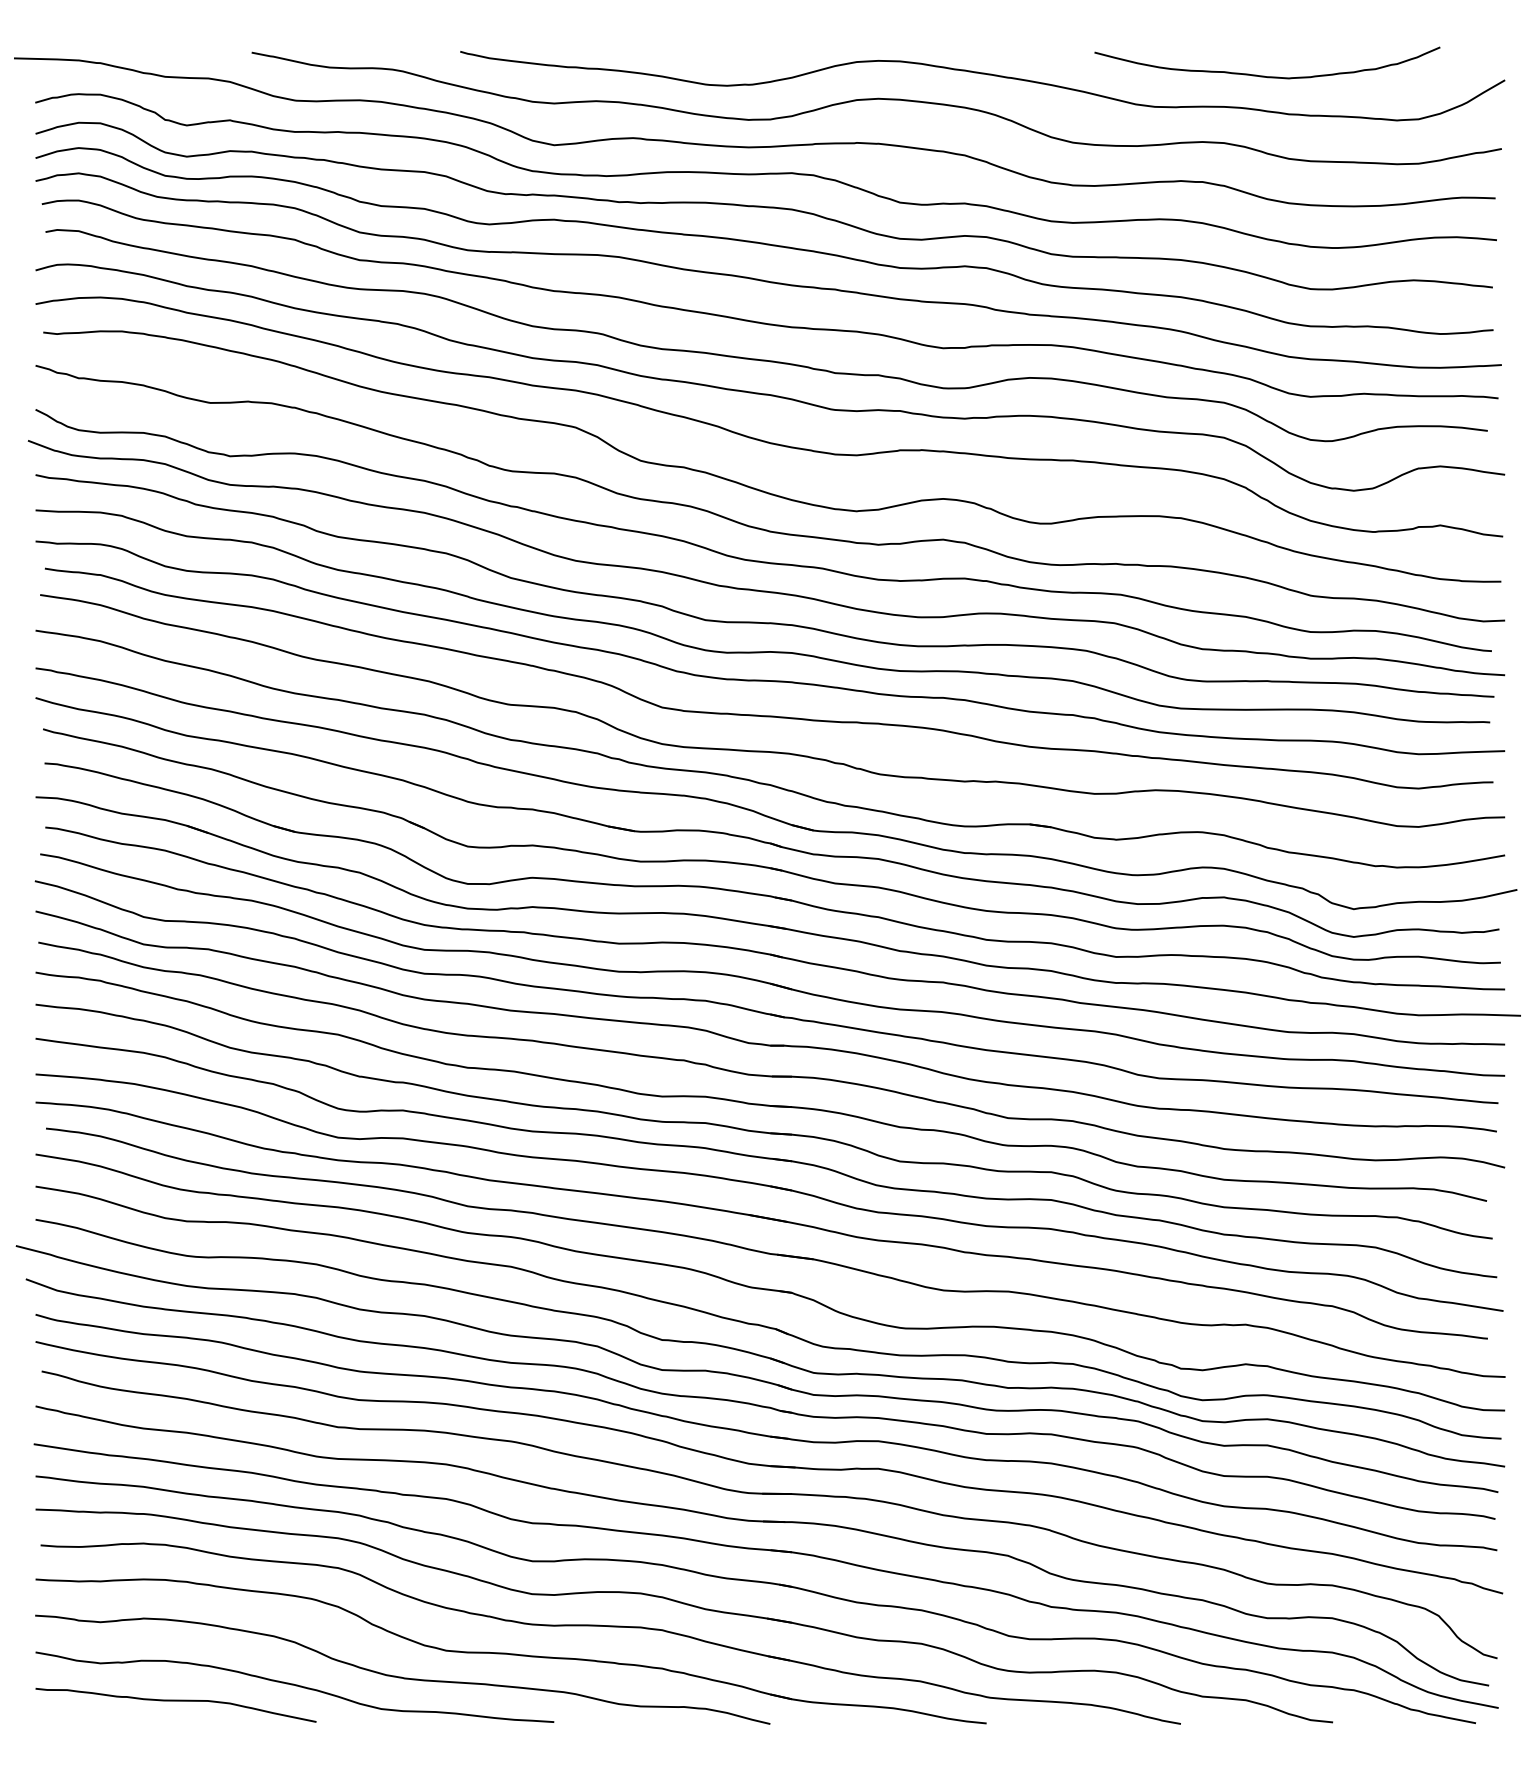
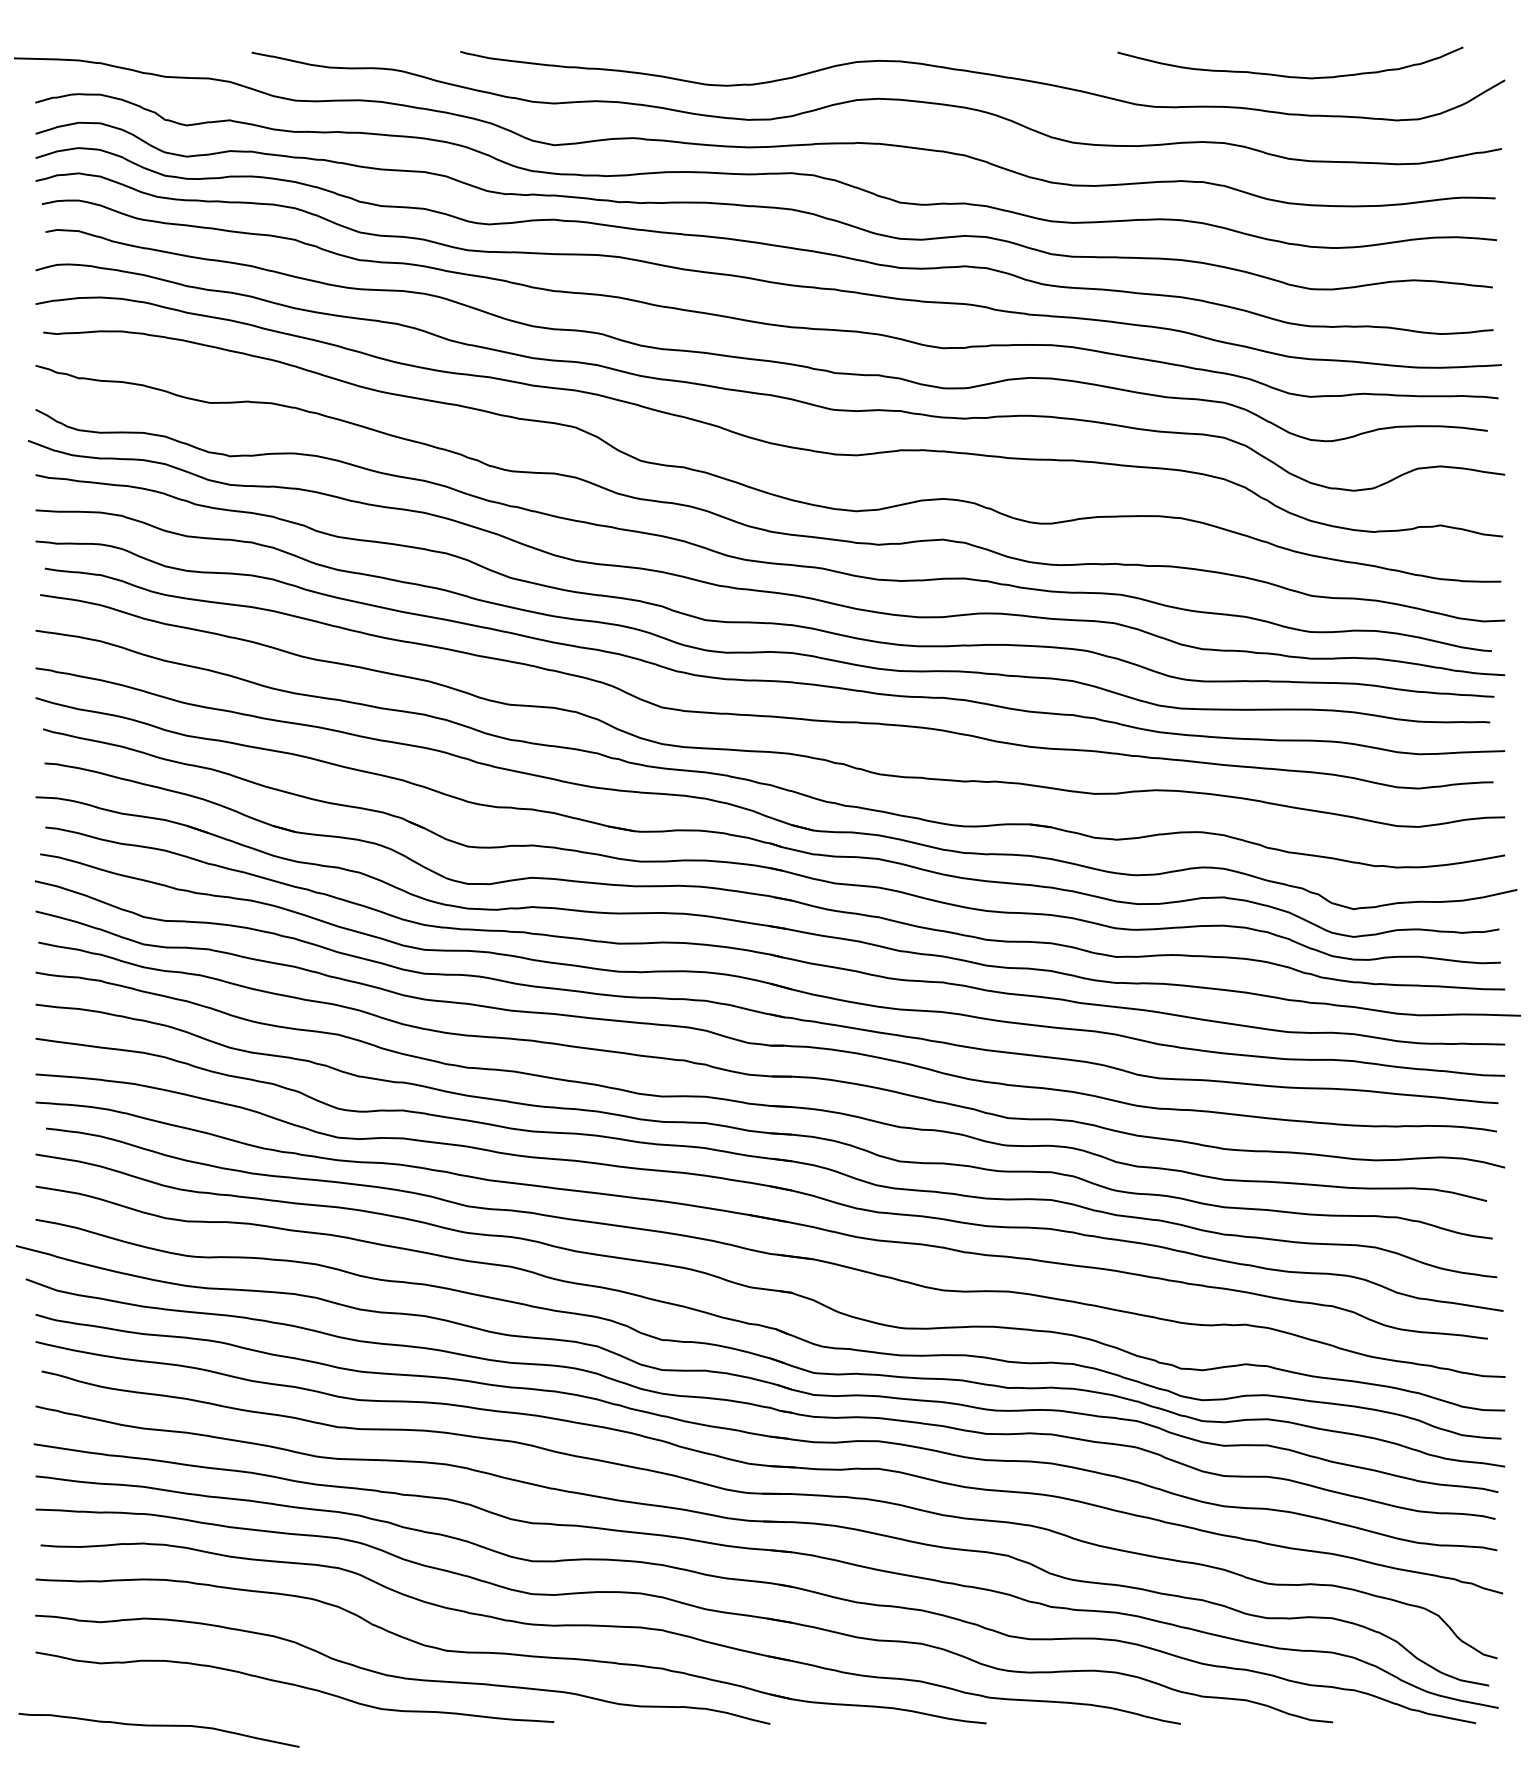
curve at (1264, 75) position: (1264, 75) -> (1287, 75)
curve at (175, 1701) position: (175, 1701) -> (158, 1726)
